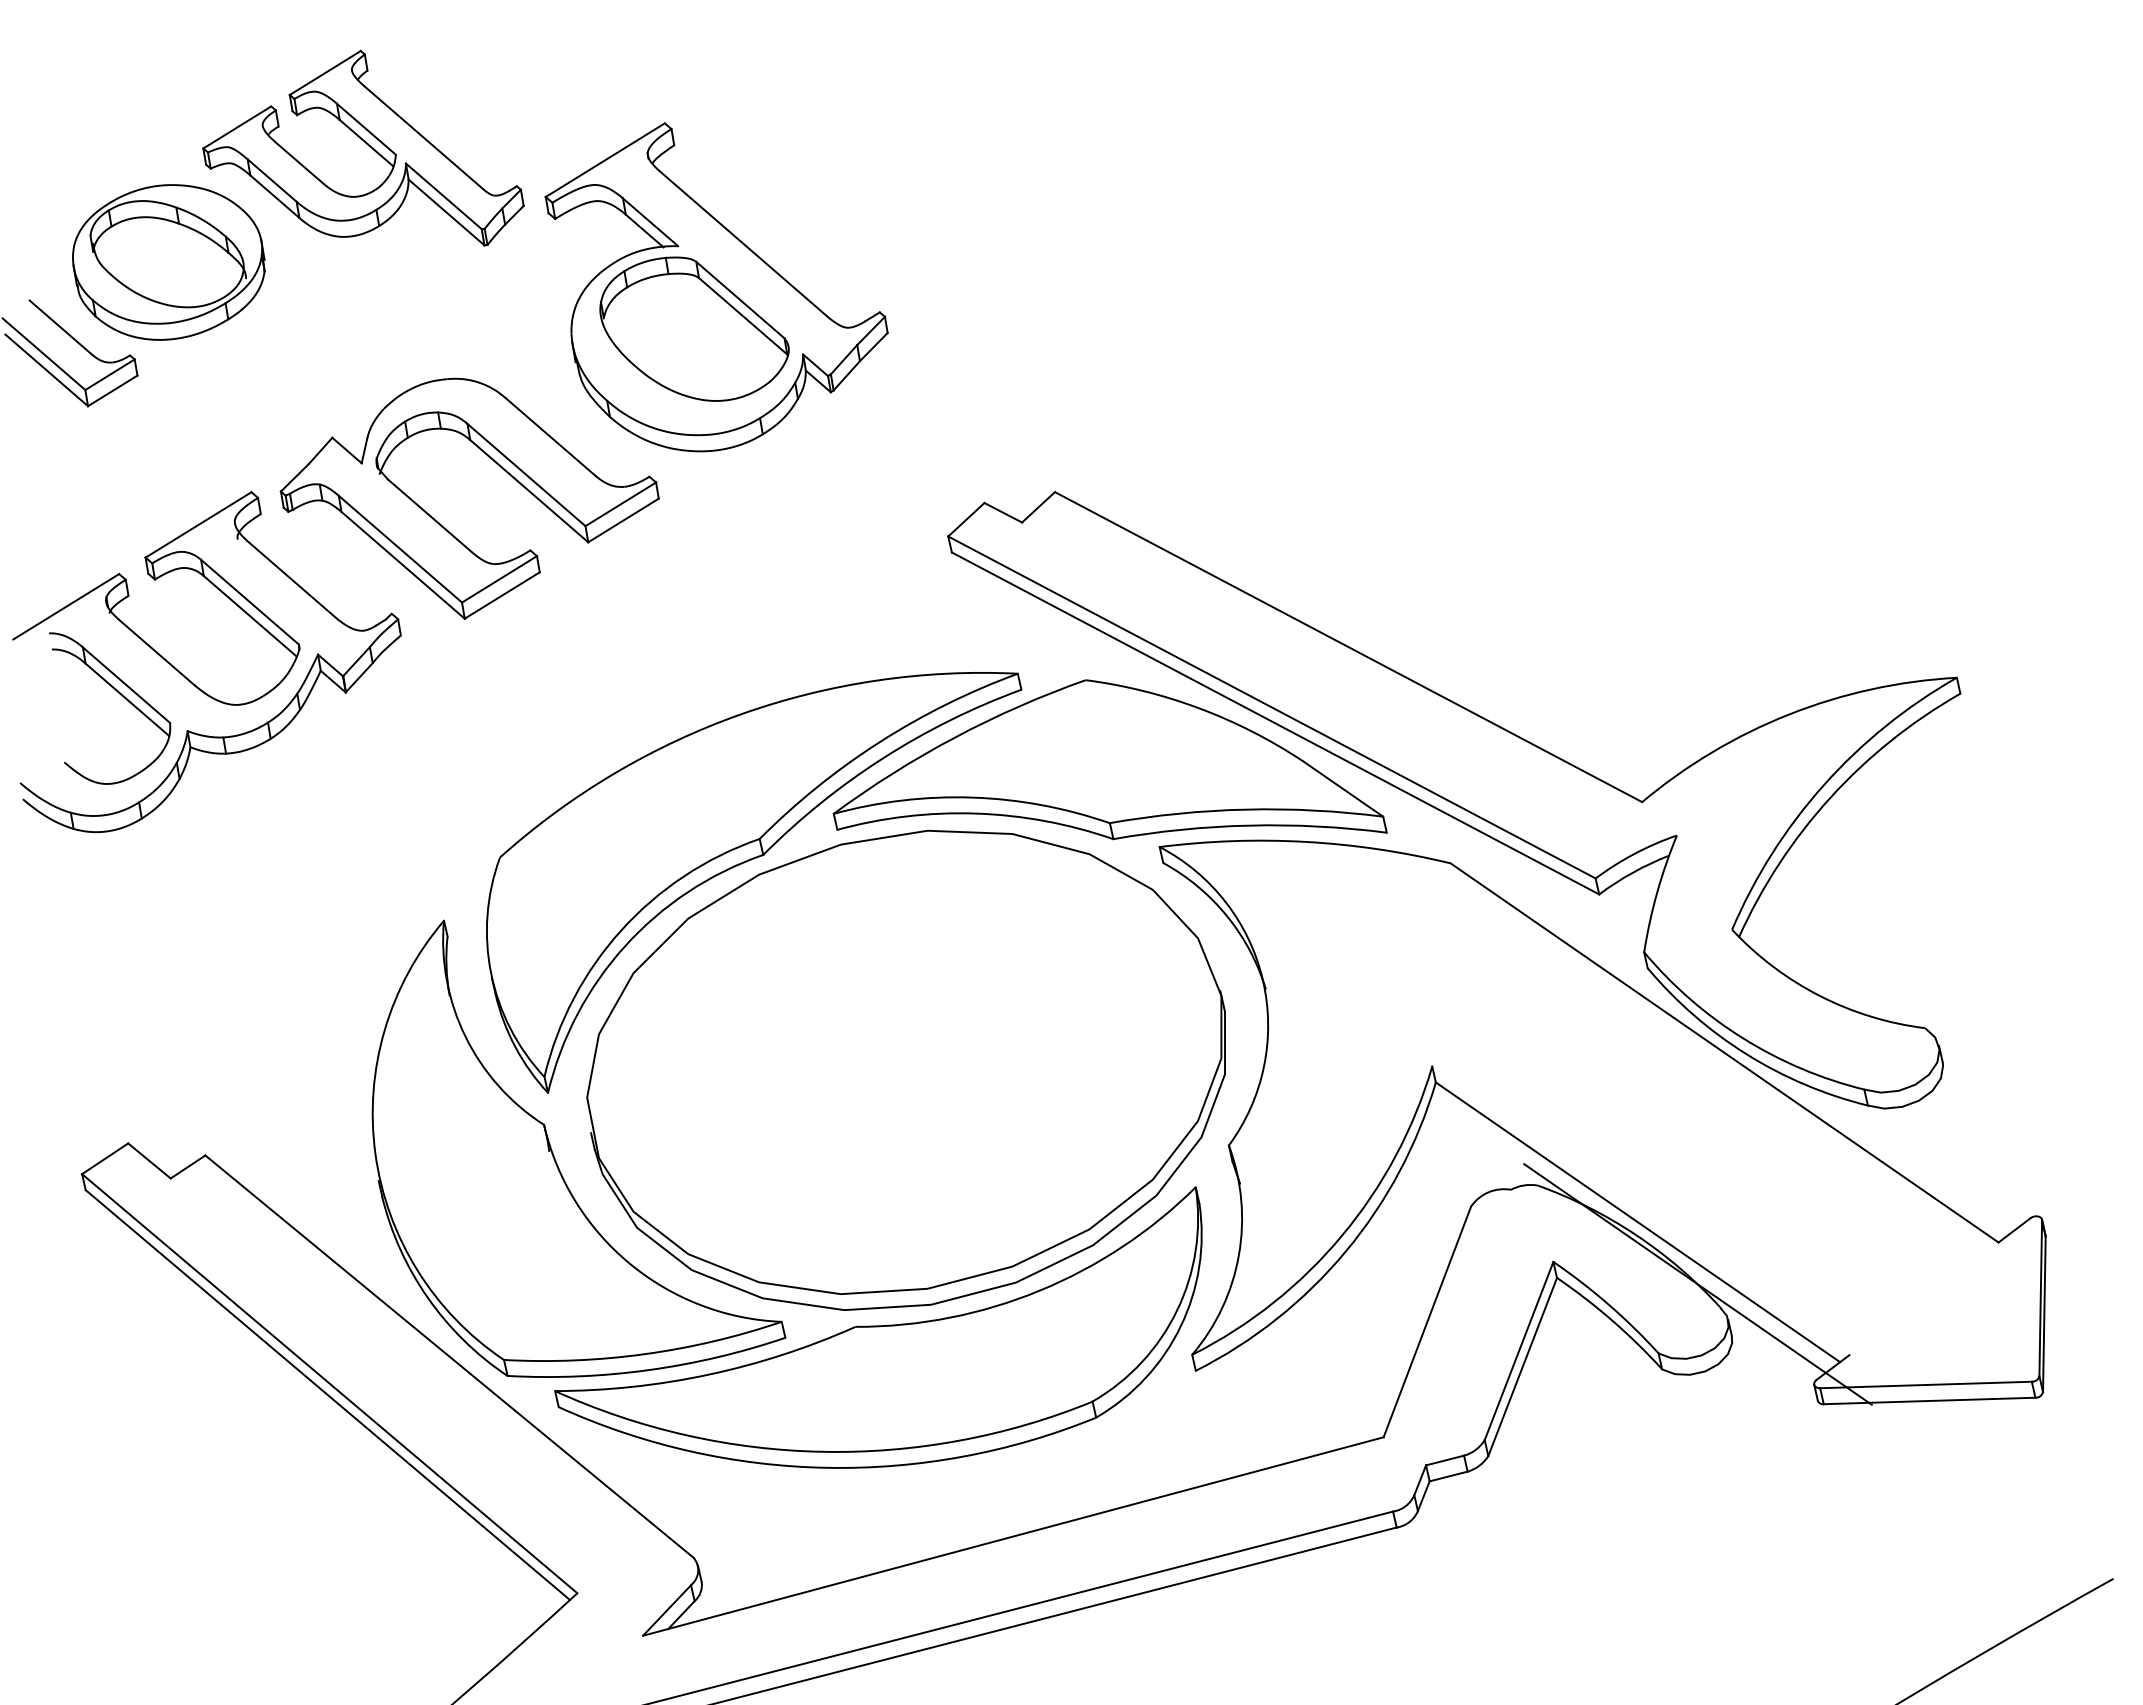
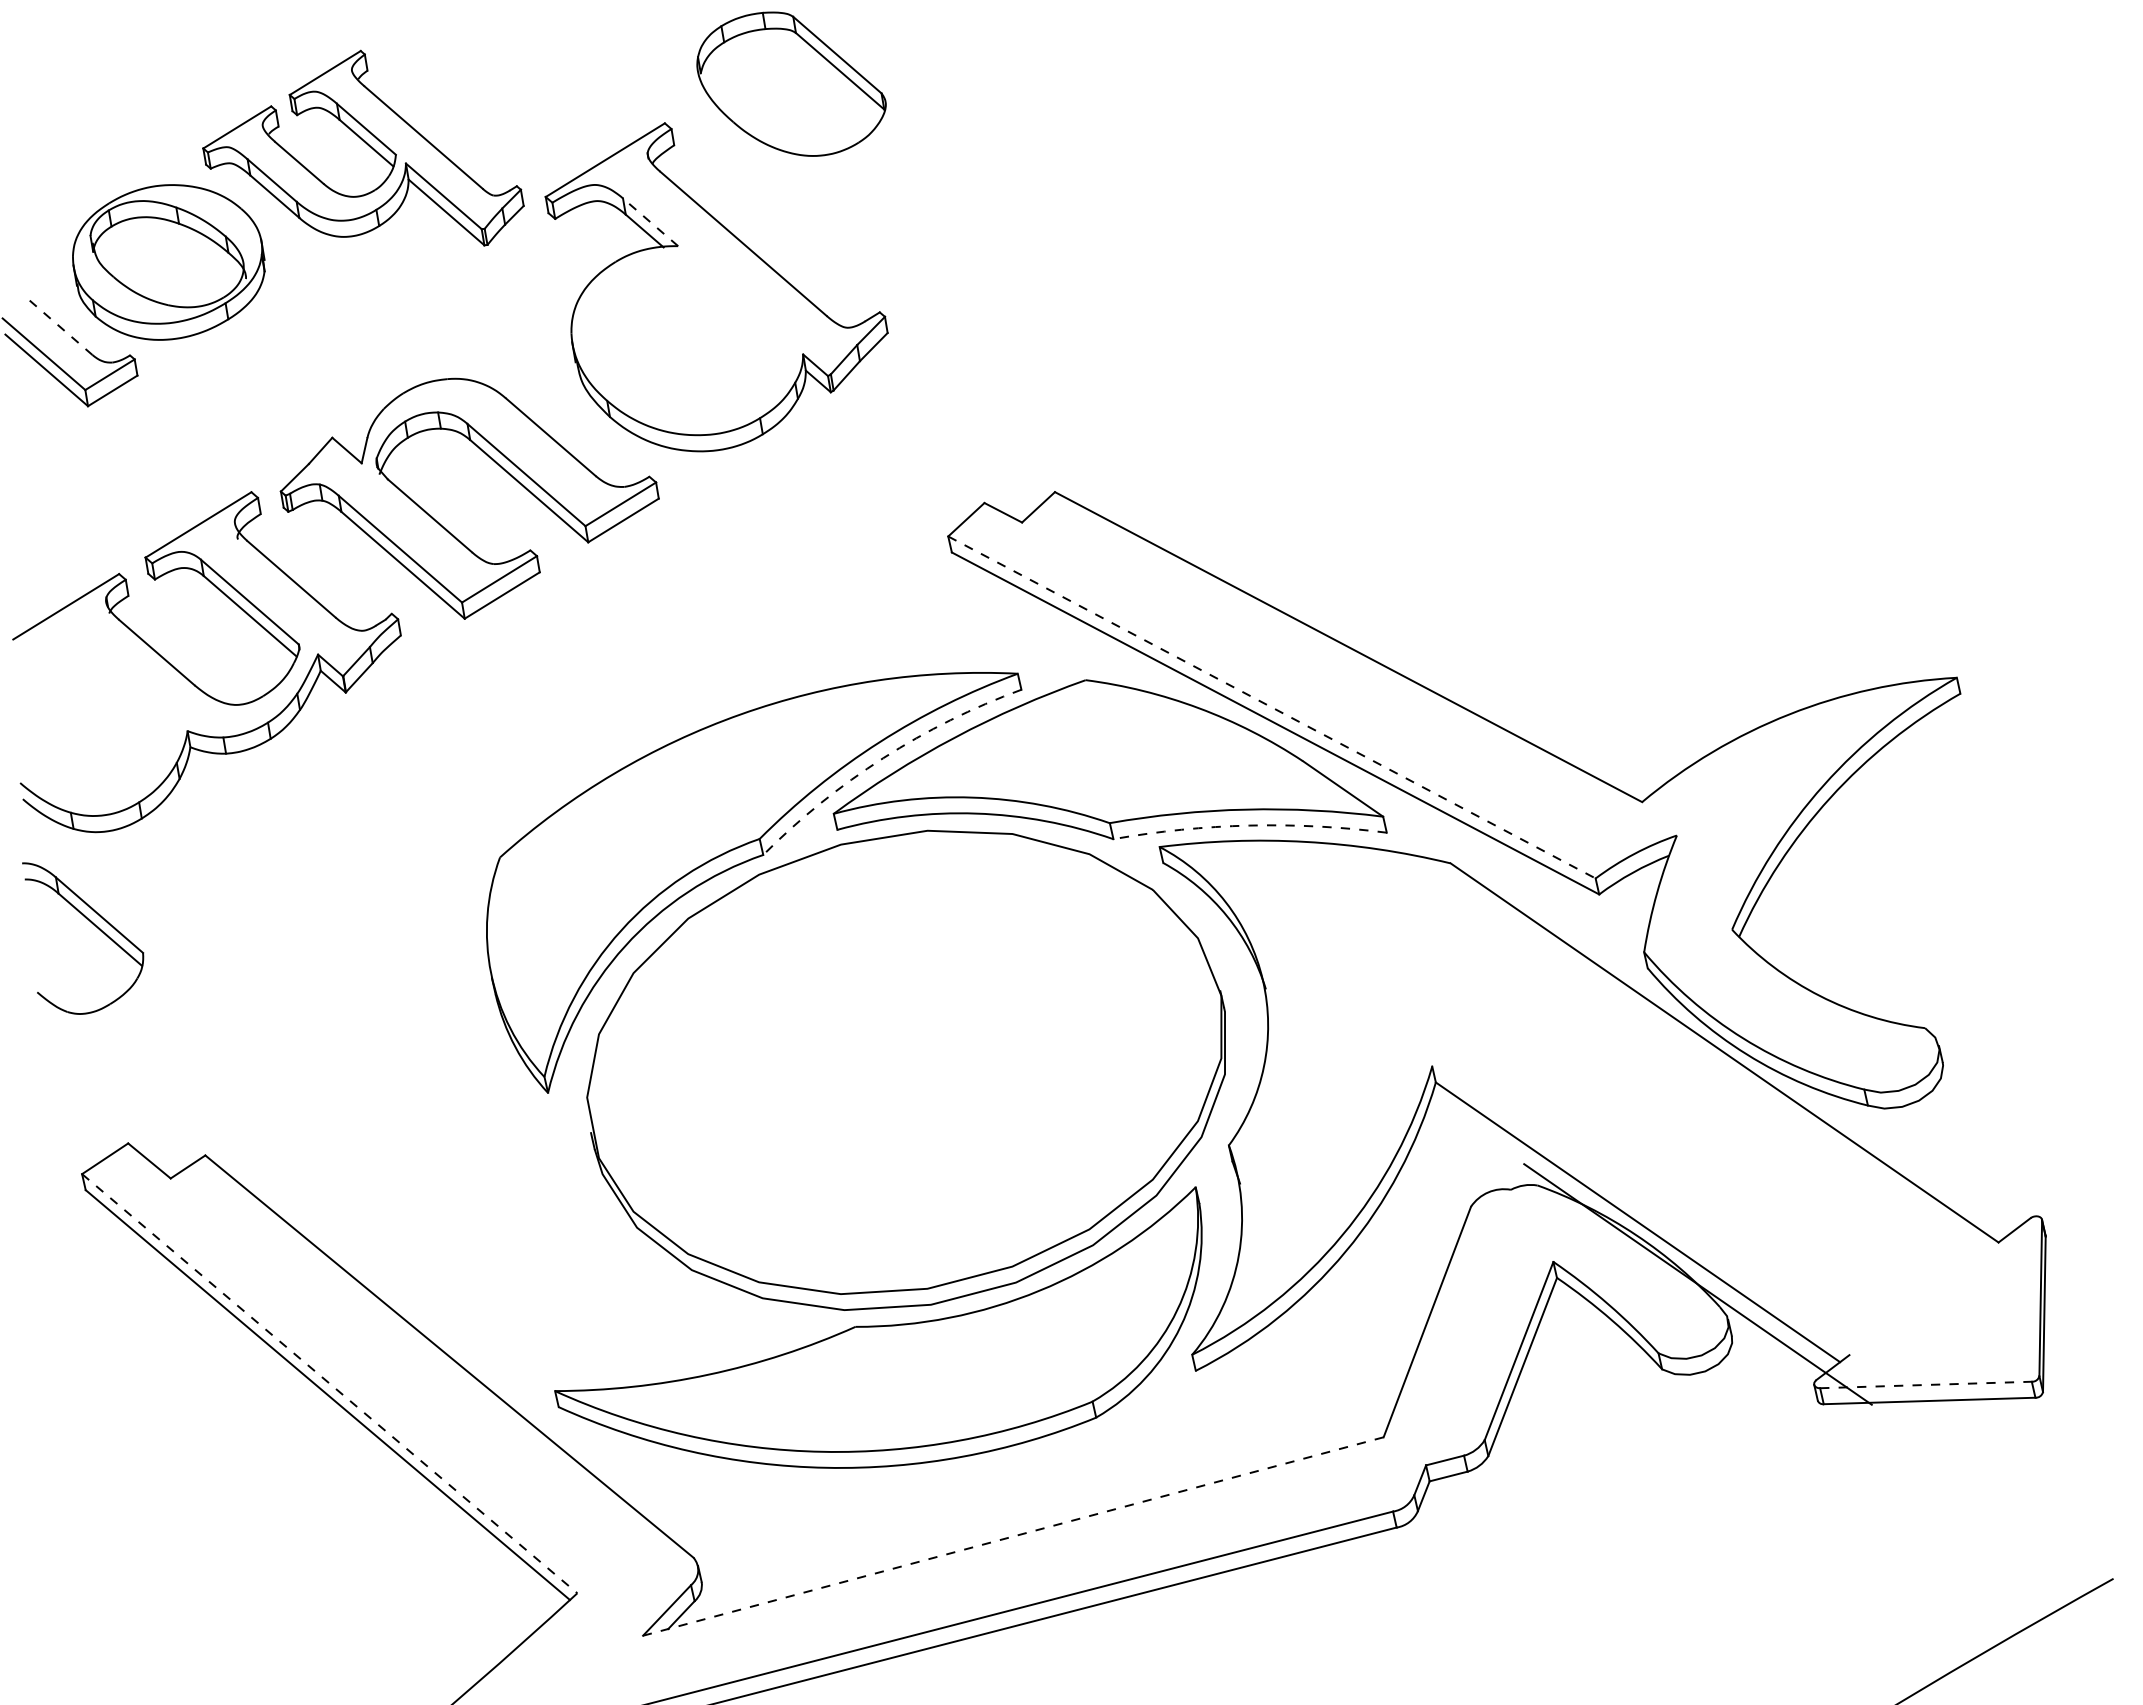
line at (650, 221): solid -> dashed
line at (61, 327): solid -> dashed
part at (694, 328) position: (694, 328) -> (791, 83)
part at (120, 695) position: (120, 695) -> (93, 925)
line at (1272, 707): solid -> dashed
arc at (883, 758): solid -> dashed
arc at (1249, 825): solid -> dashed
part at (554, 1155): present -> none
line at (330, 1384): solid -> dashed
line at (1925, 1384): solid -> dashed
line at (1012, 1536): solid -> dashed
